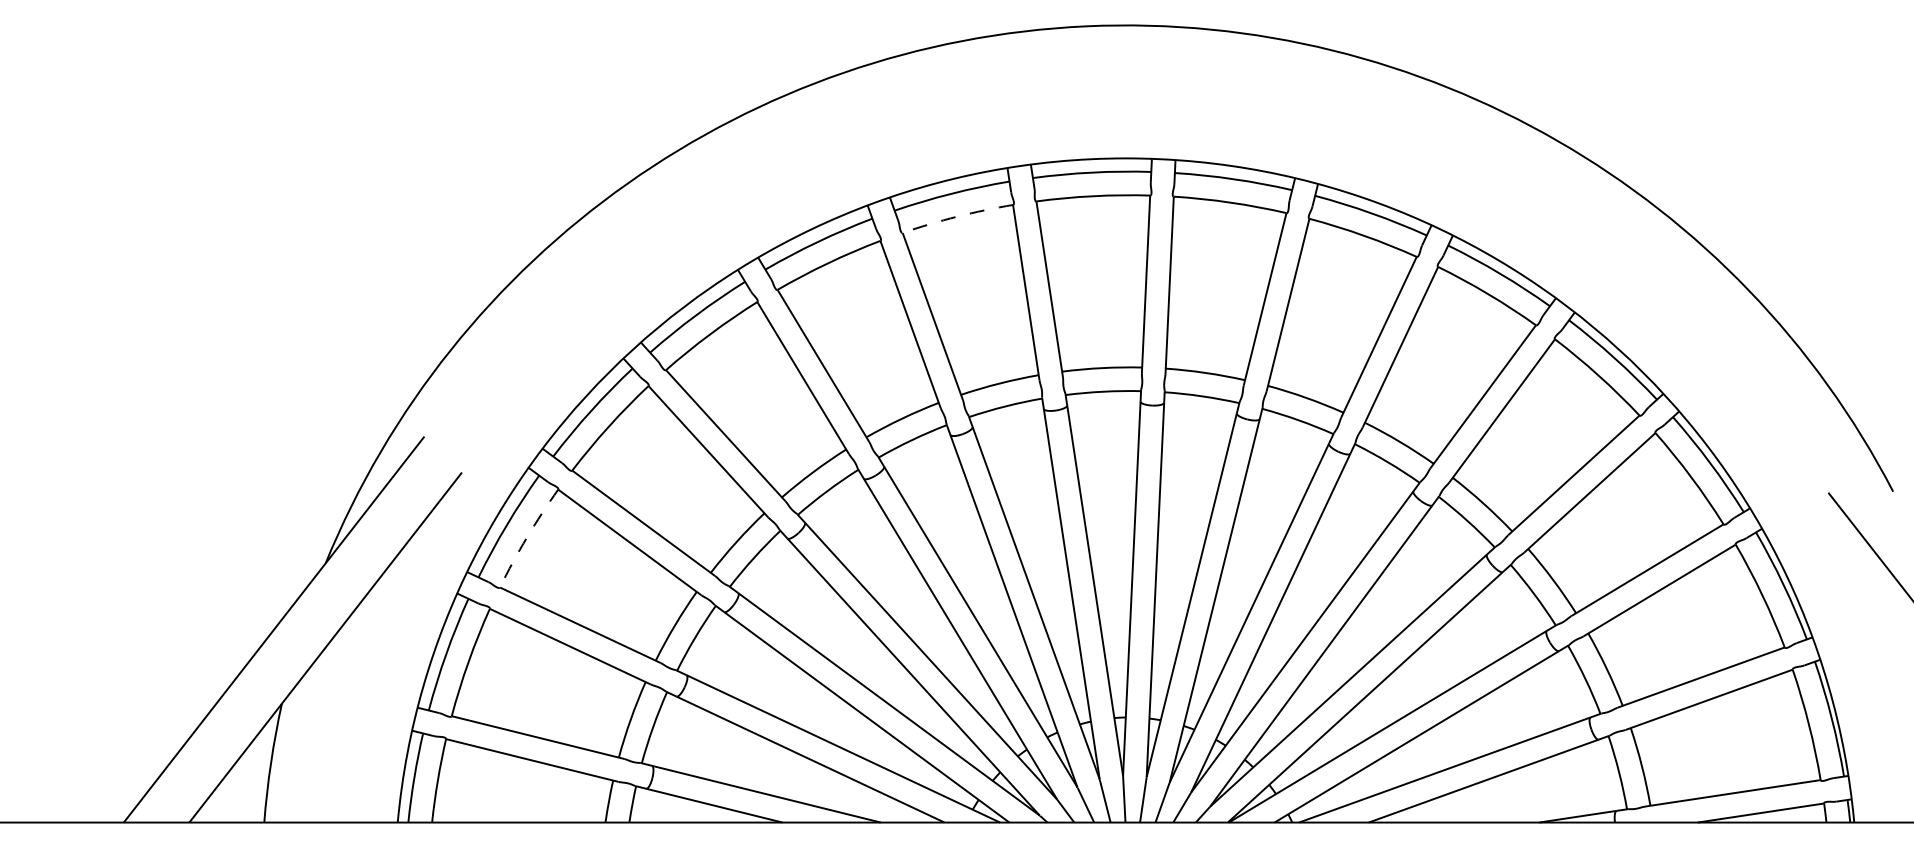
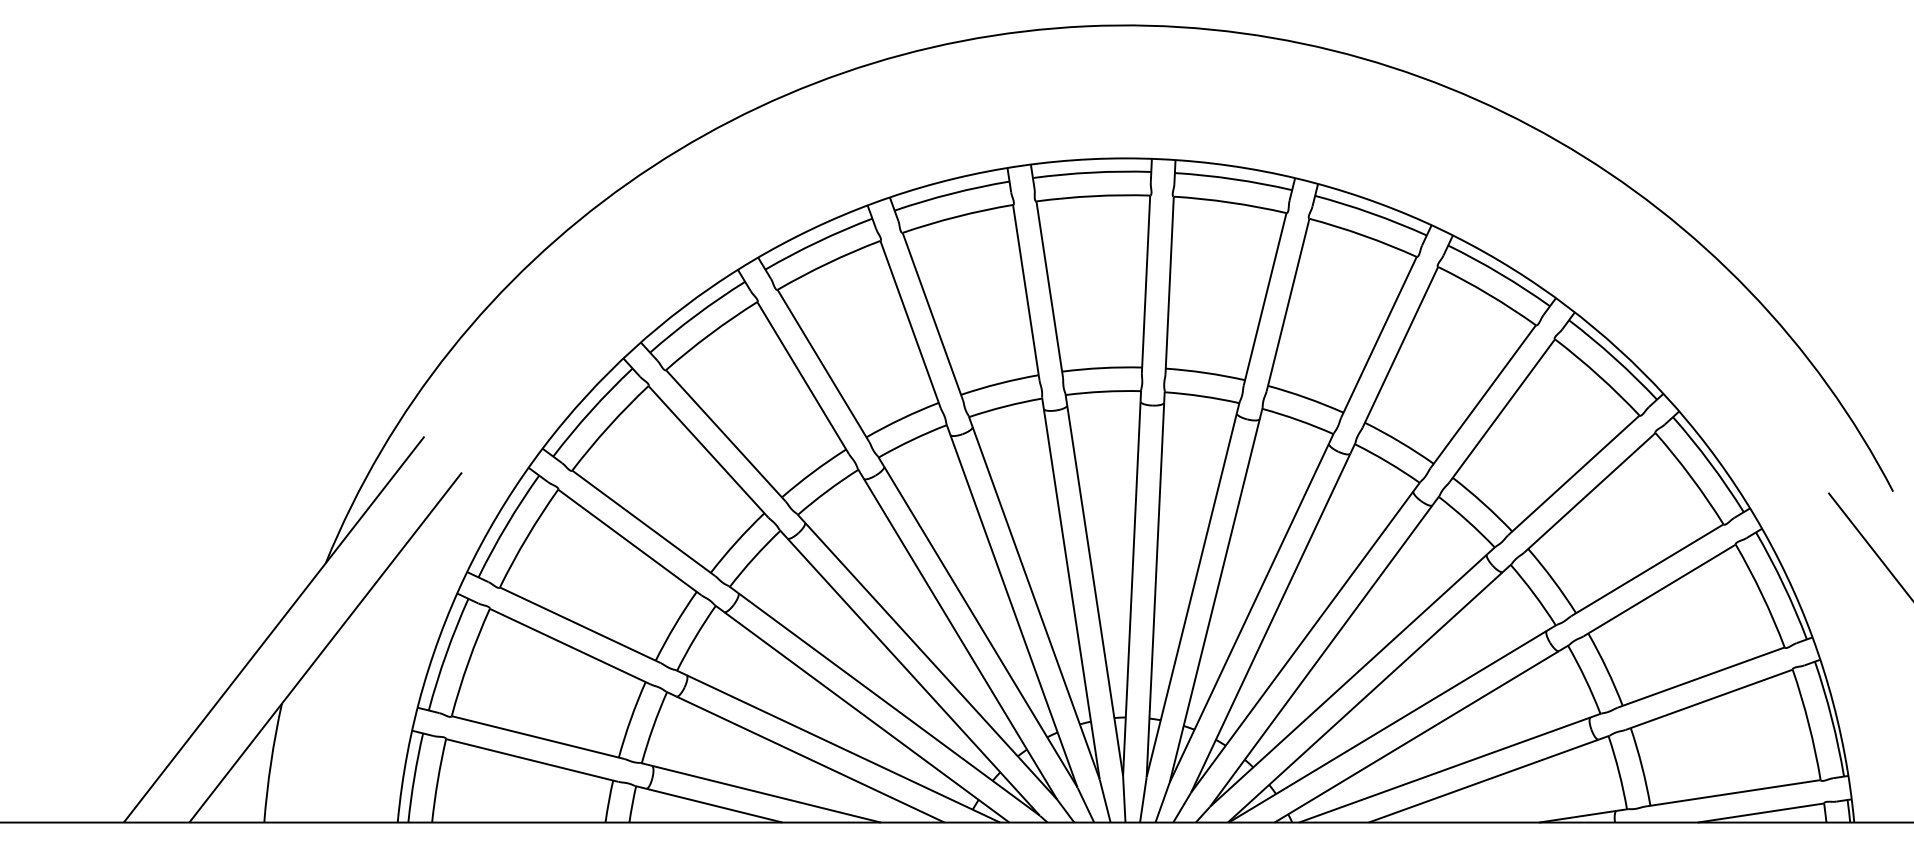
arc at (957, 216): dashed -> solid
arc at (527, 537): dashed -> solid
